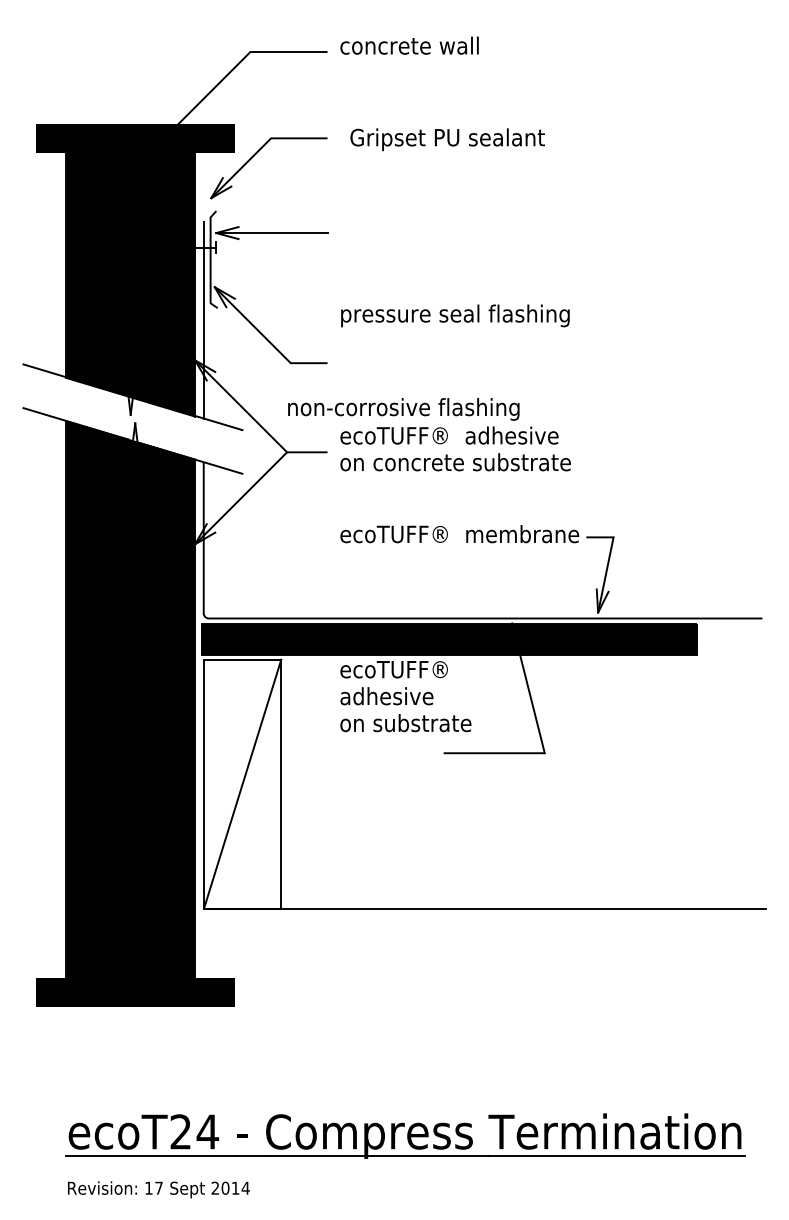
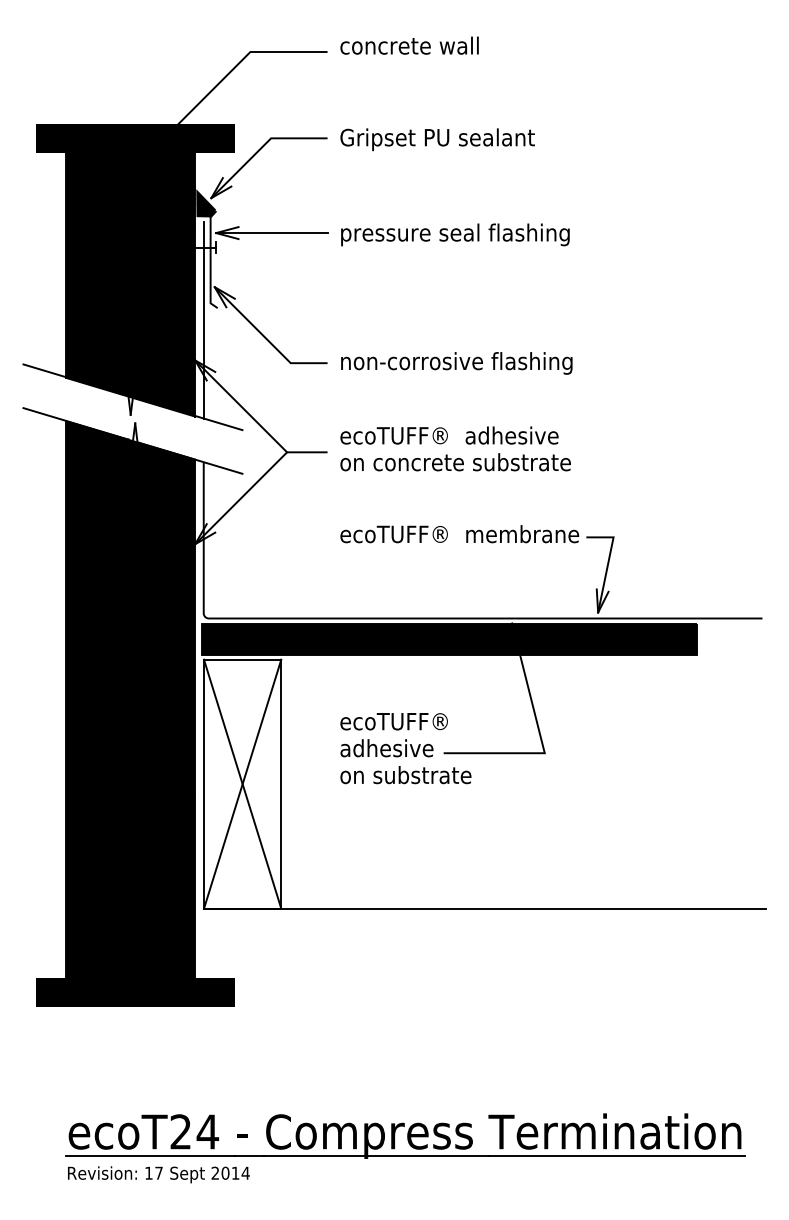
text at (447, 139) position: (447, 139) -> (437, 139)
fill at (206, 203): none -> present
text at (455, 315) position: (455, 315) -> (455, 234)
text at (403, 409) position: (403, 409) -> (456, 363)
text at (405, 696) position: (405, 696) -> (405, 748)
line at (242, 783): none -> present
text at (158, 1189) position: (158, 1189) -> (158, 1174)
